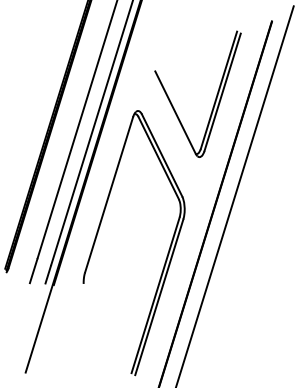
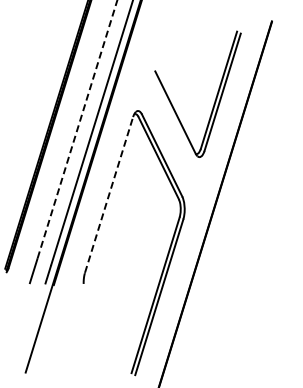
line at (77, 129): solid -> dashed
line at (109, 194): solid -> dashed
line at (234, 195): present -> none
